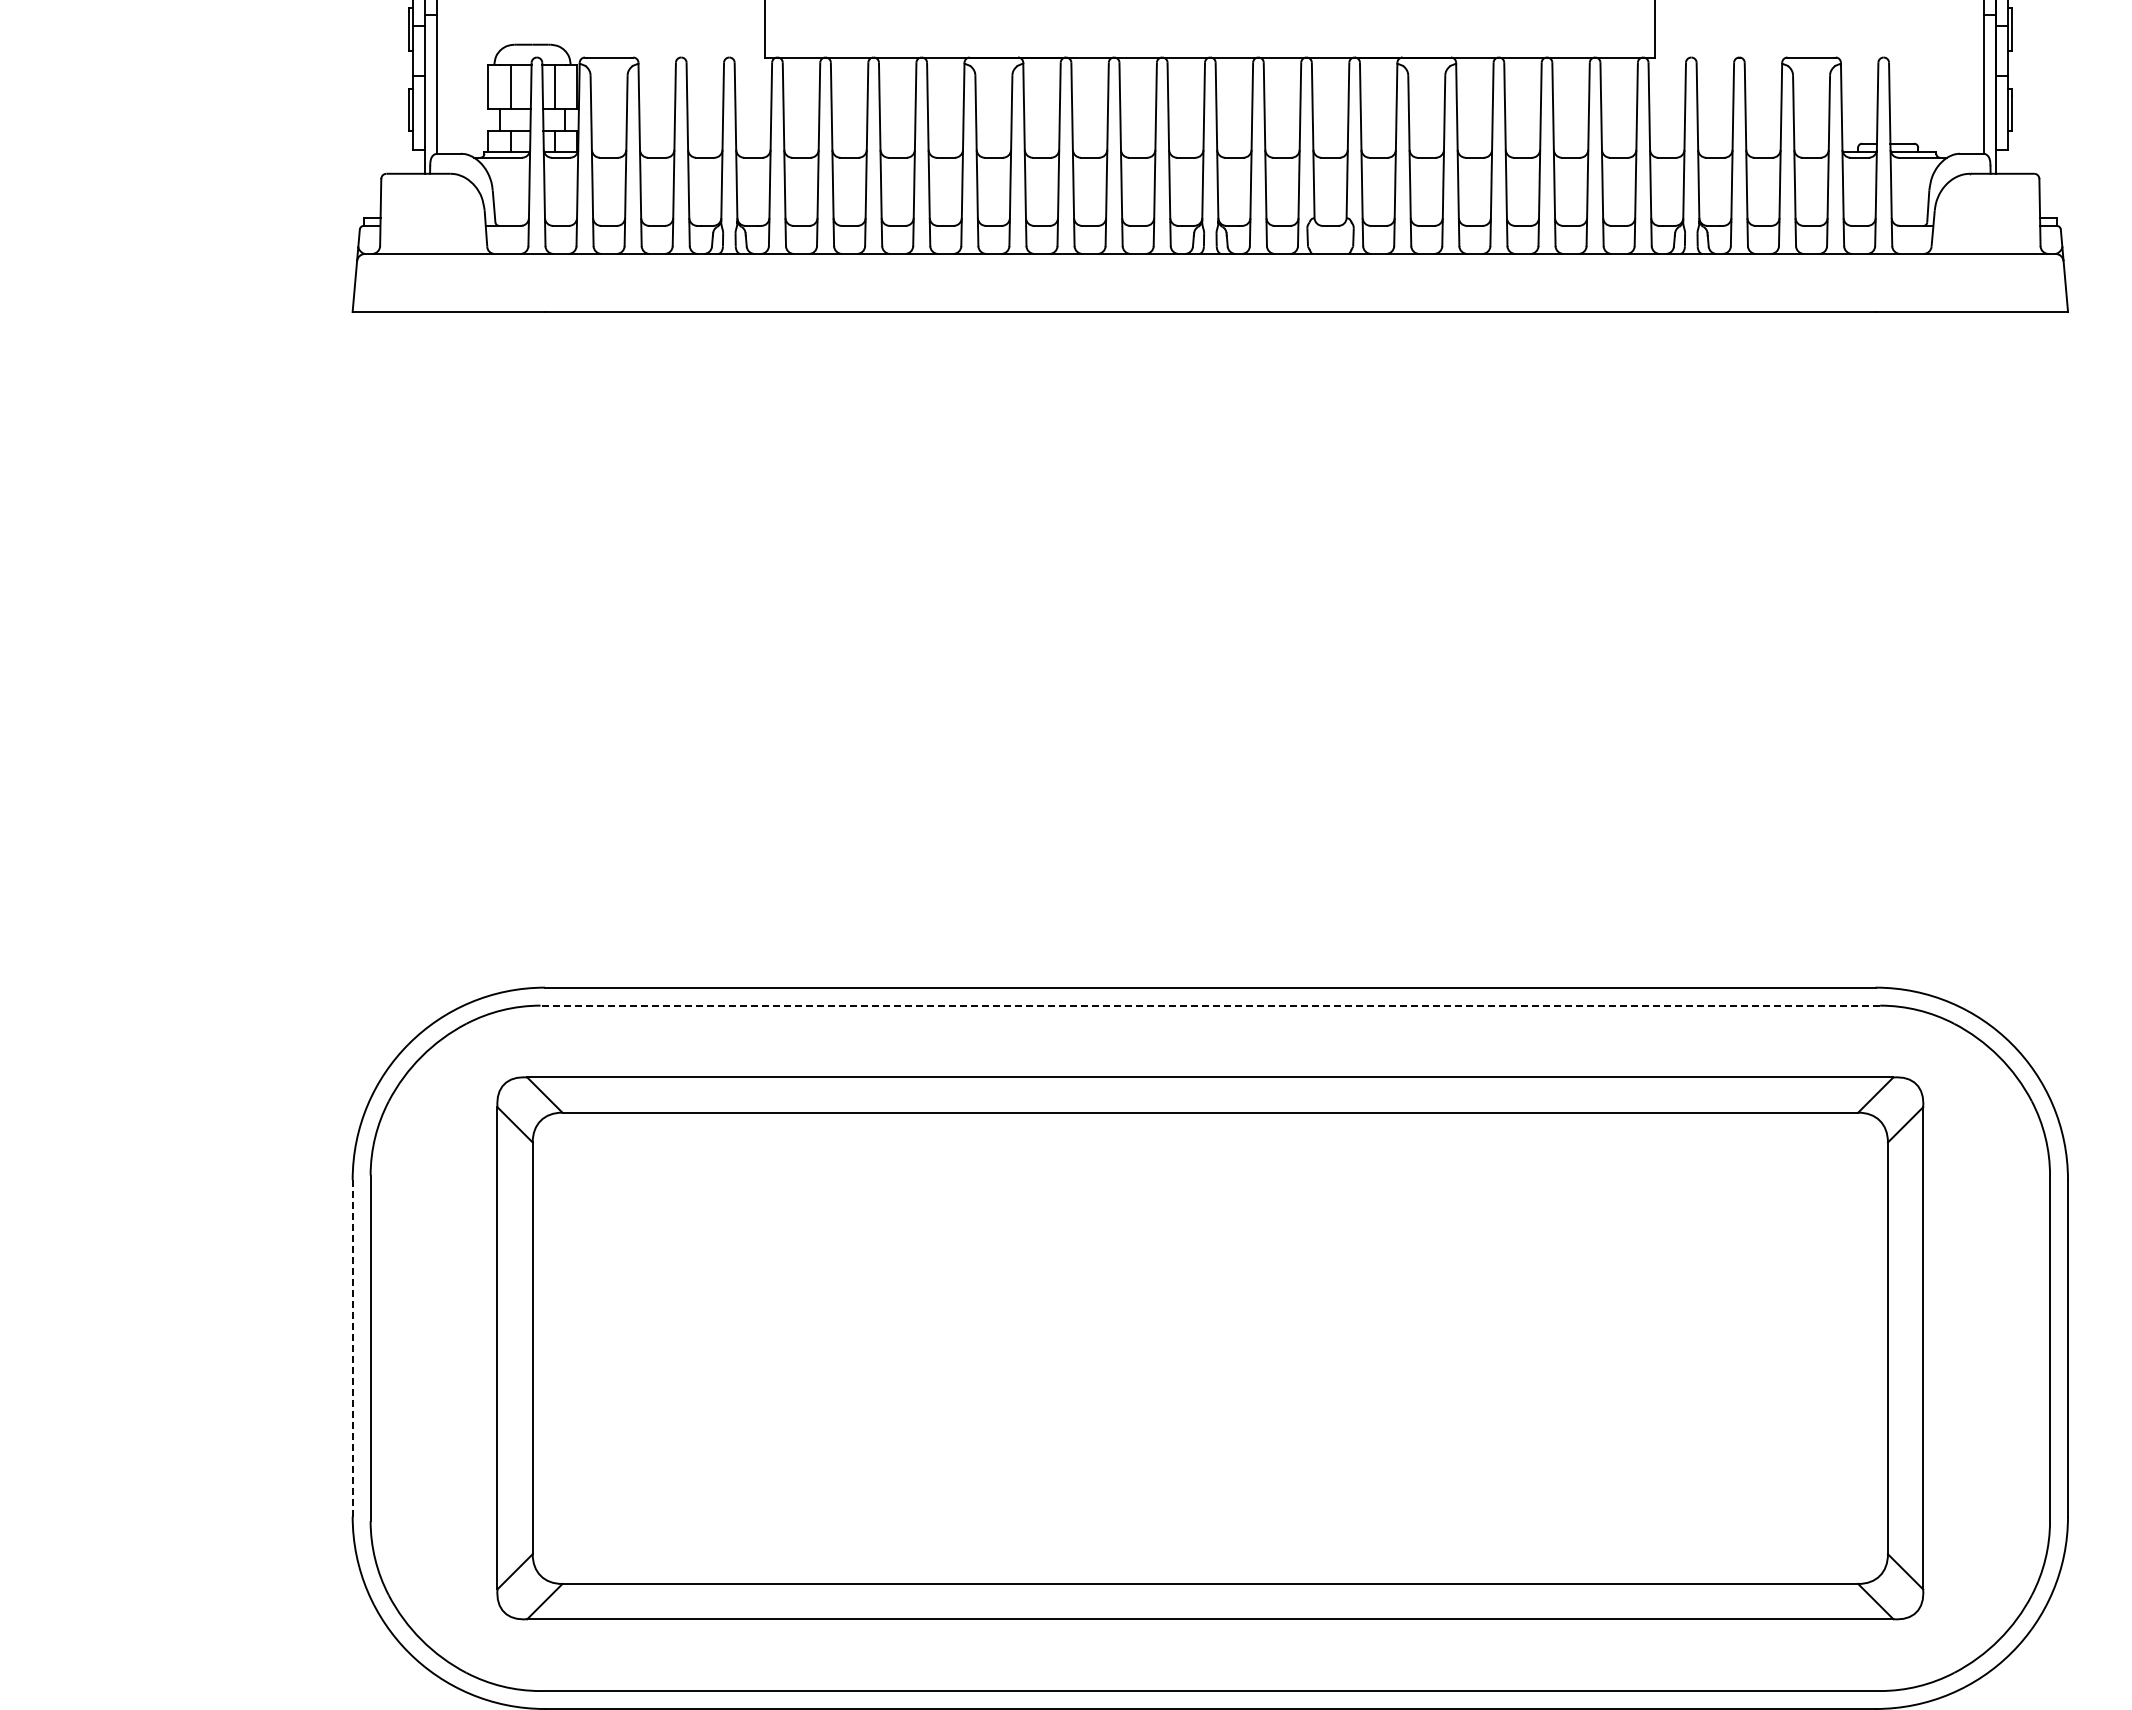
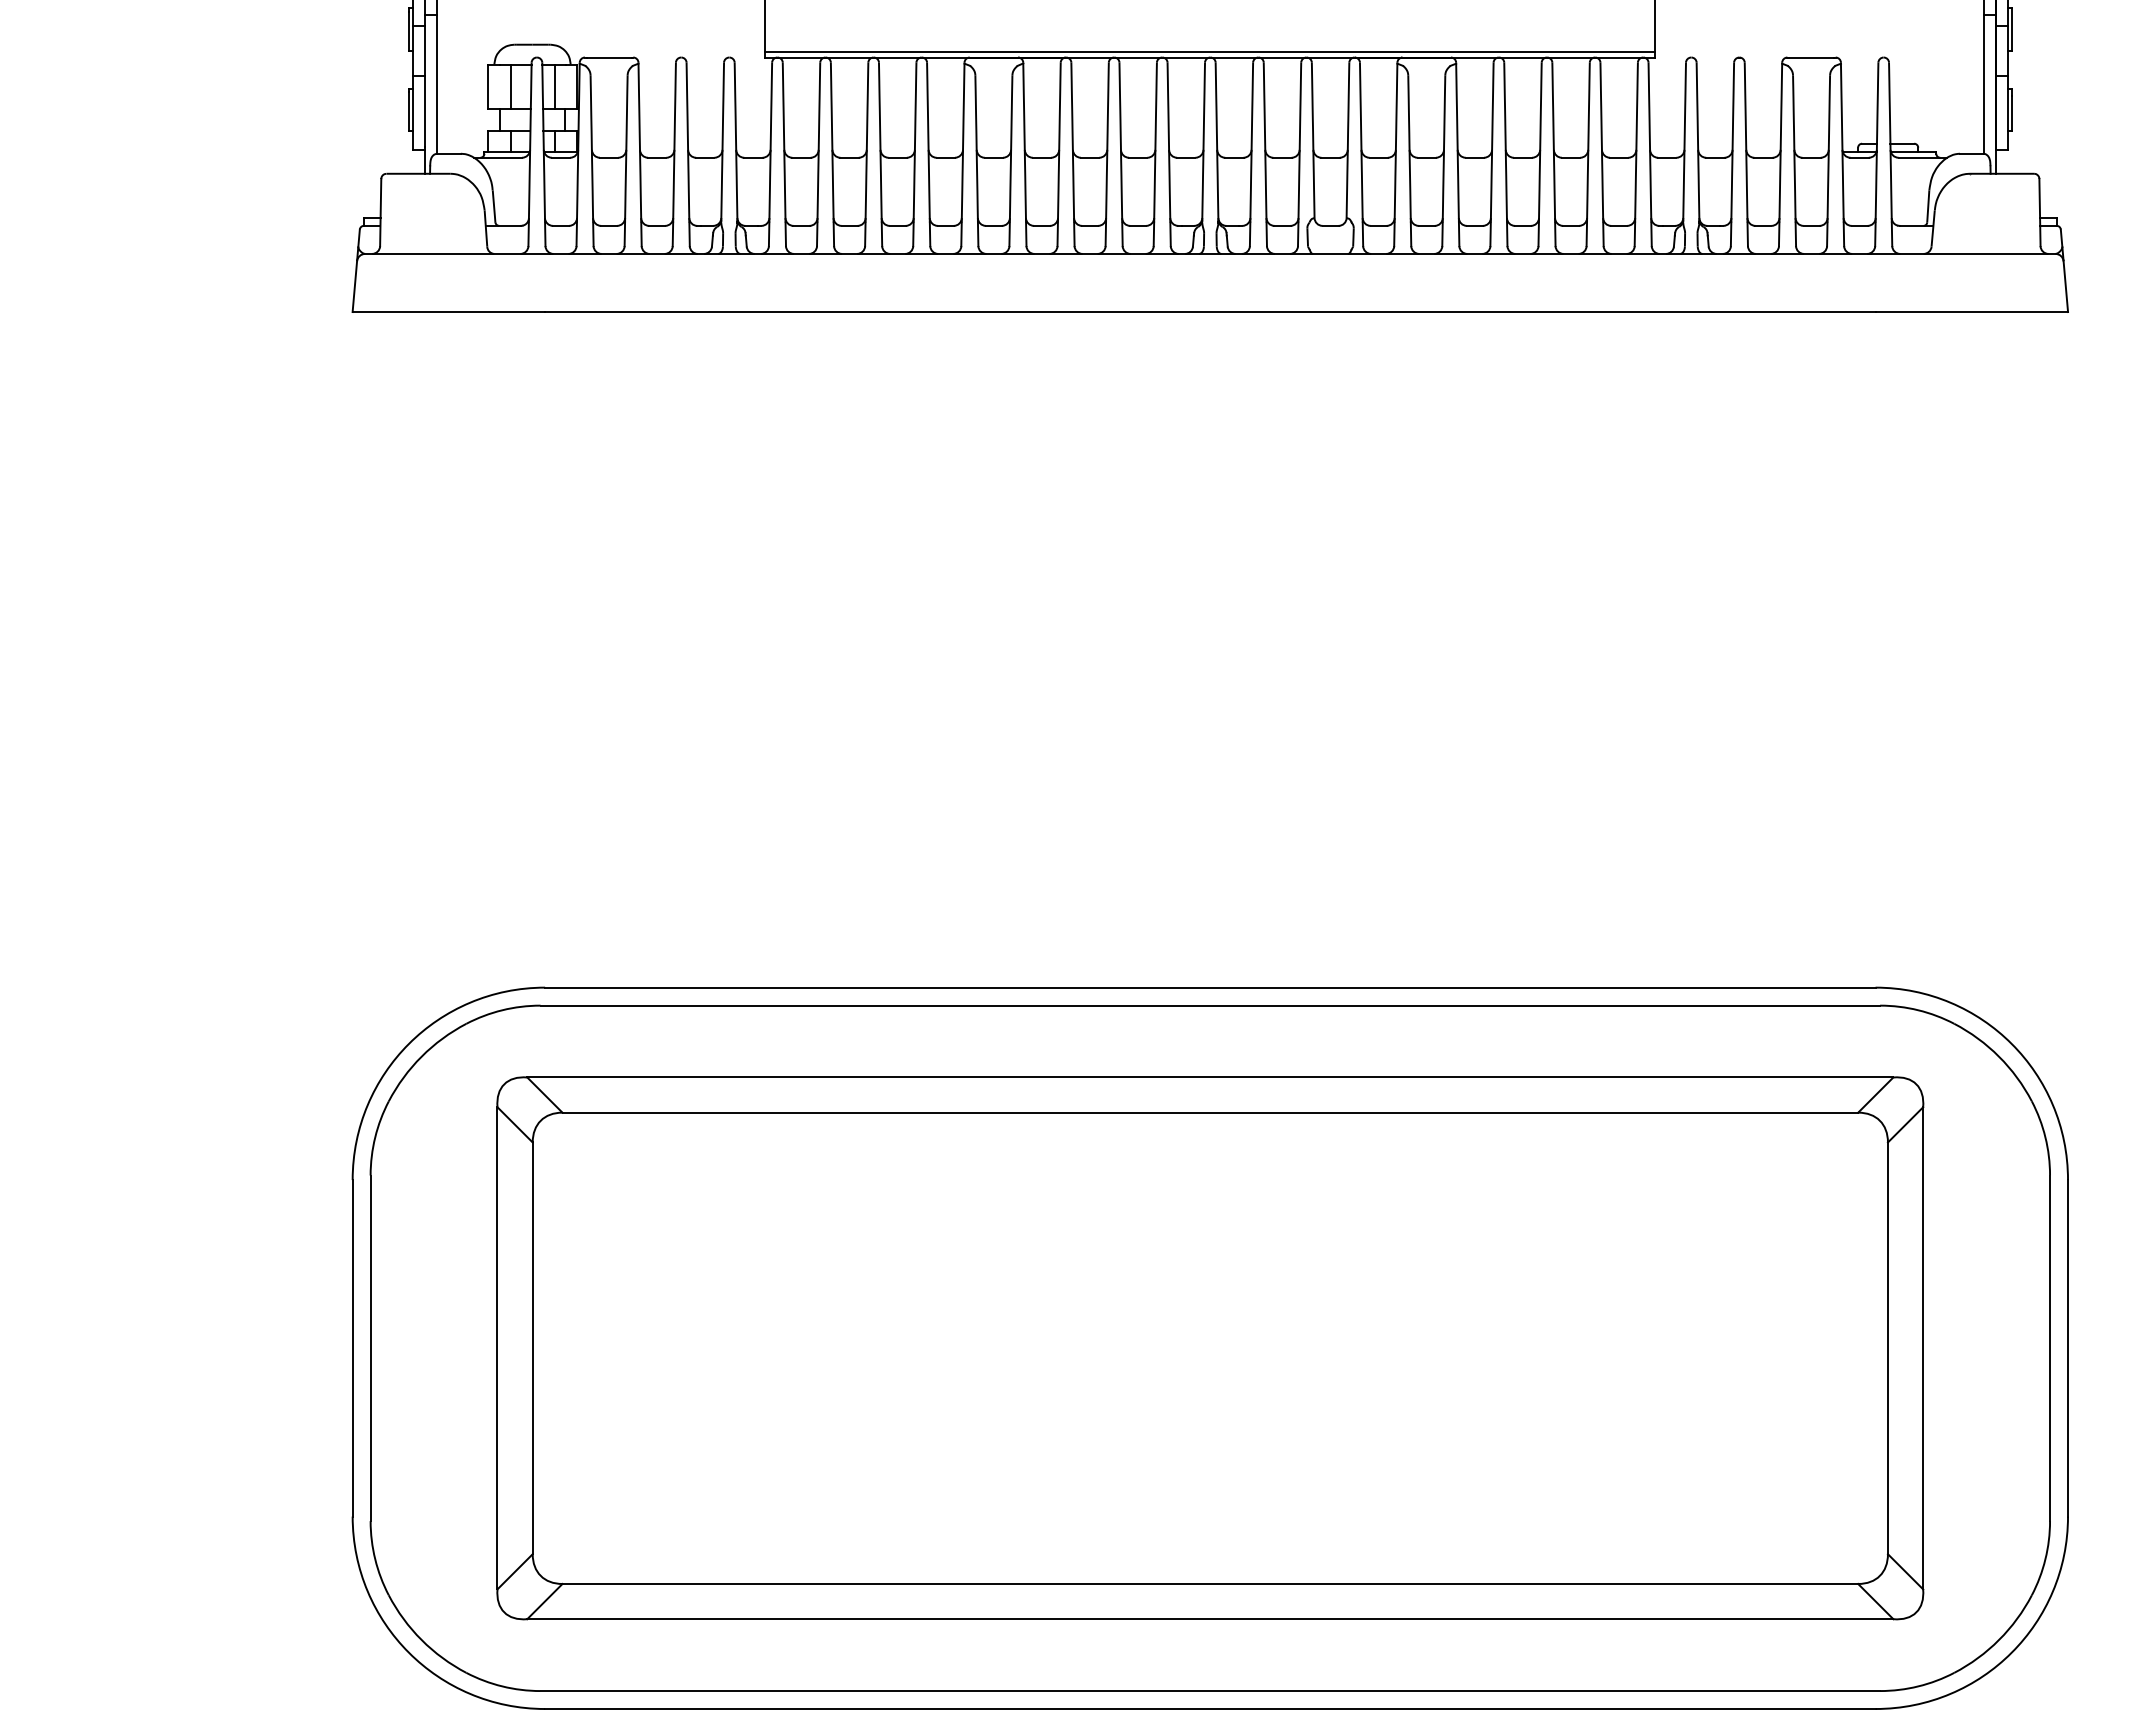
line at (1210, 51): none -> present
line at (1210, 1005): dashed -> solid
line at (352, 1348): dashed -> solid
